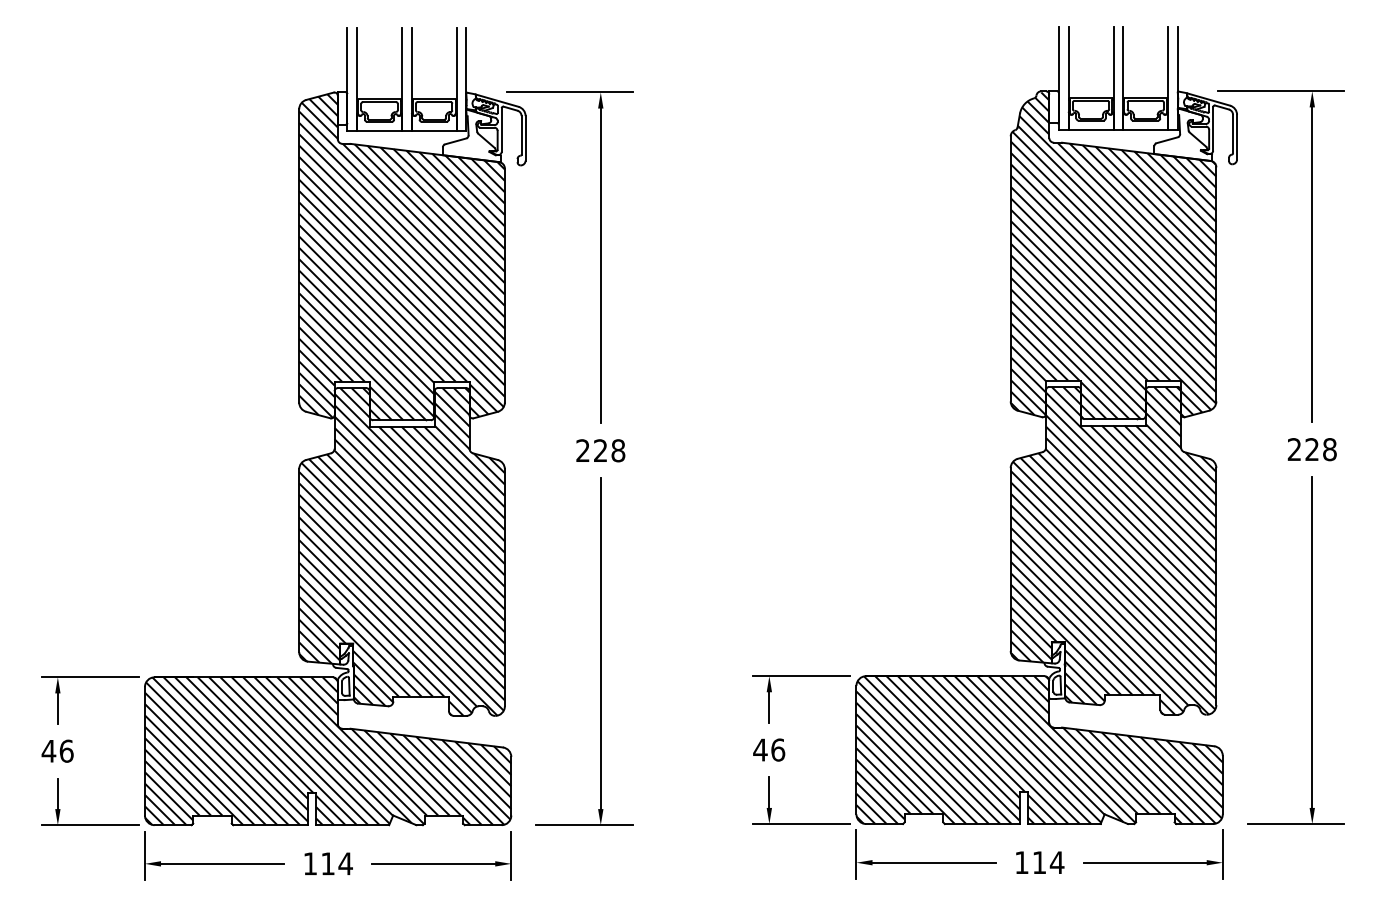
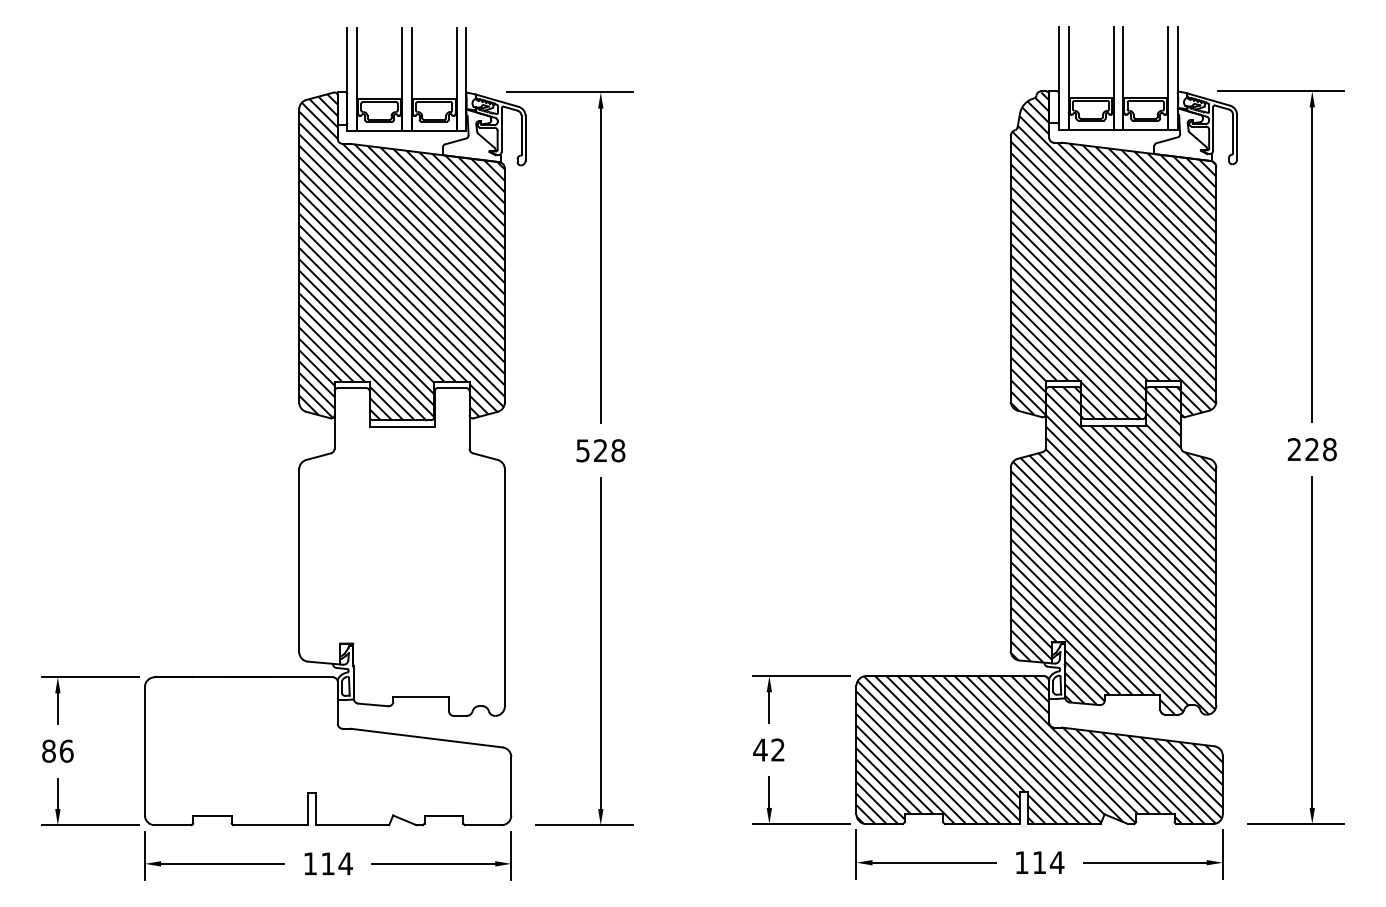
text at (582, 450): 228 -> 528
hatch at (401, 551): present -> none
text at (778, 749): 46 -> 42
text at (48, 750): 46 -> 86
hatch at (327, 751): present -> none
